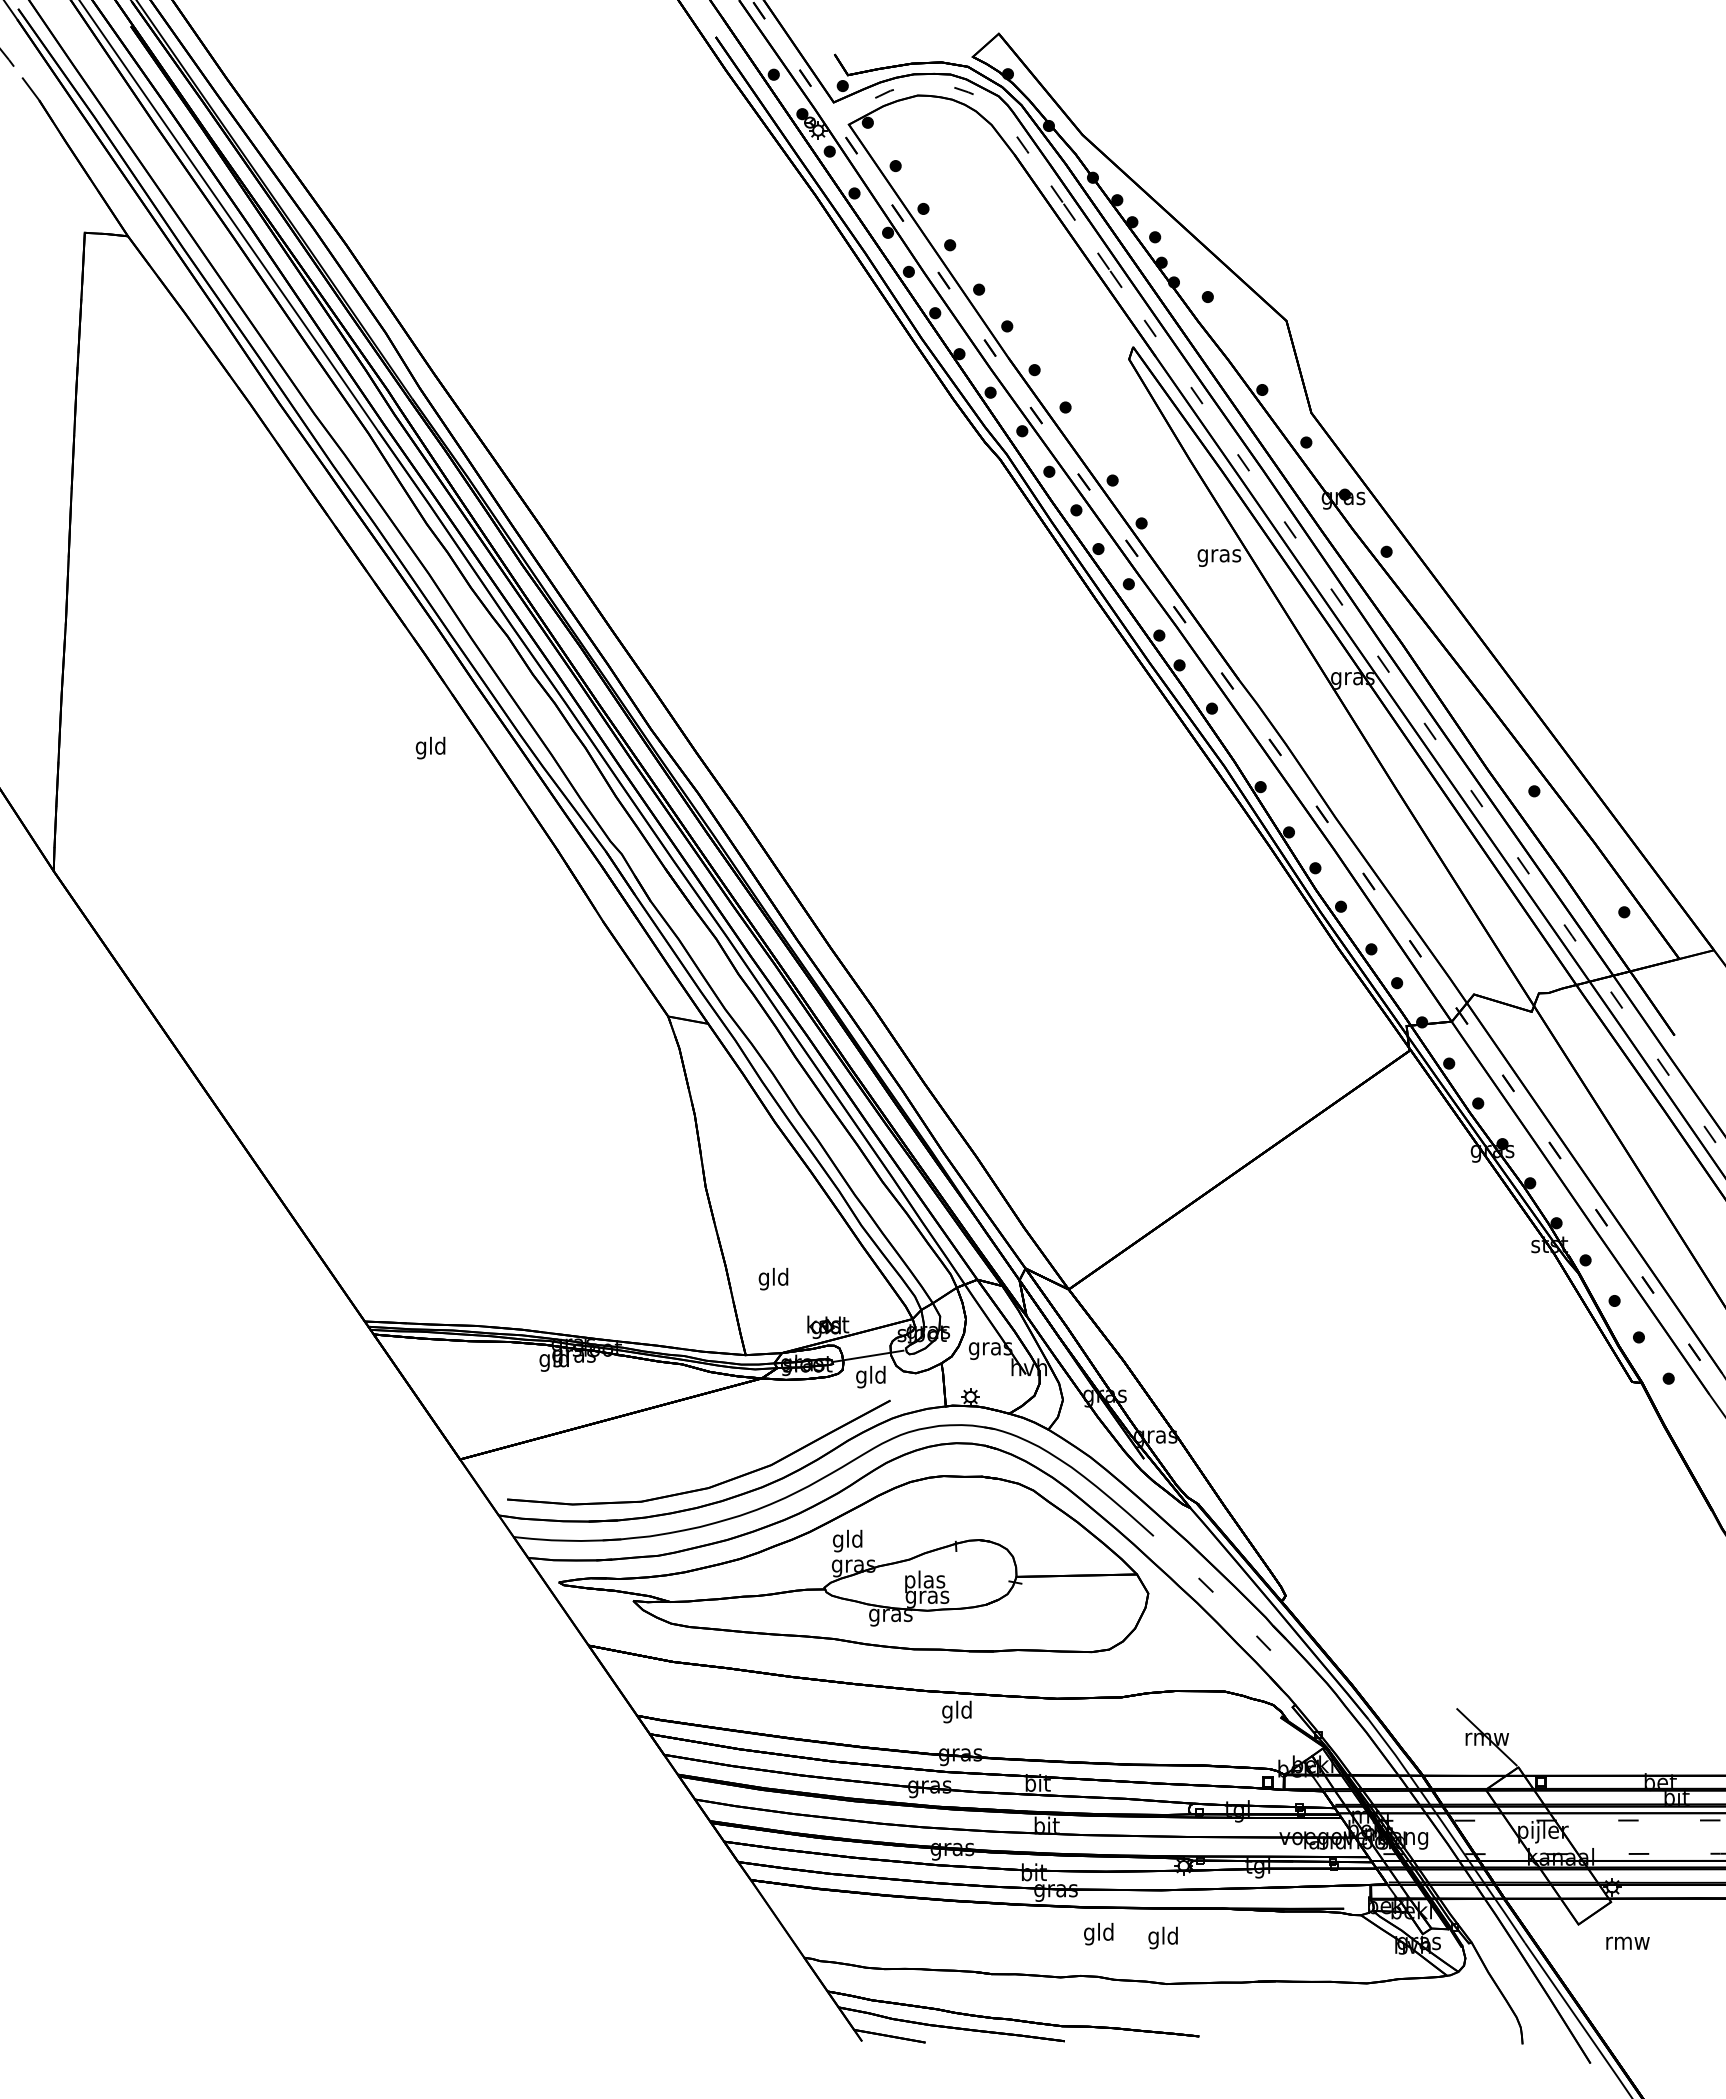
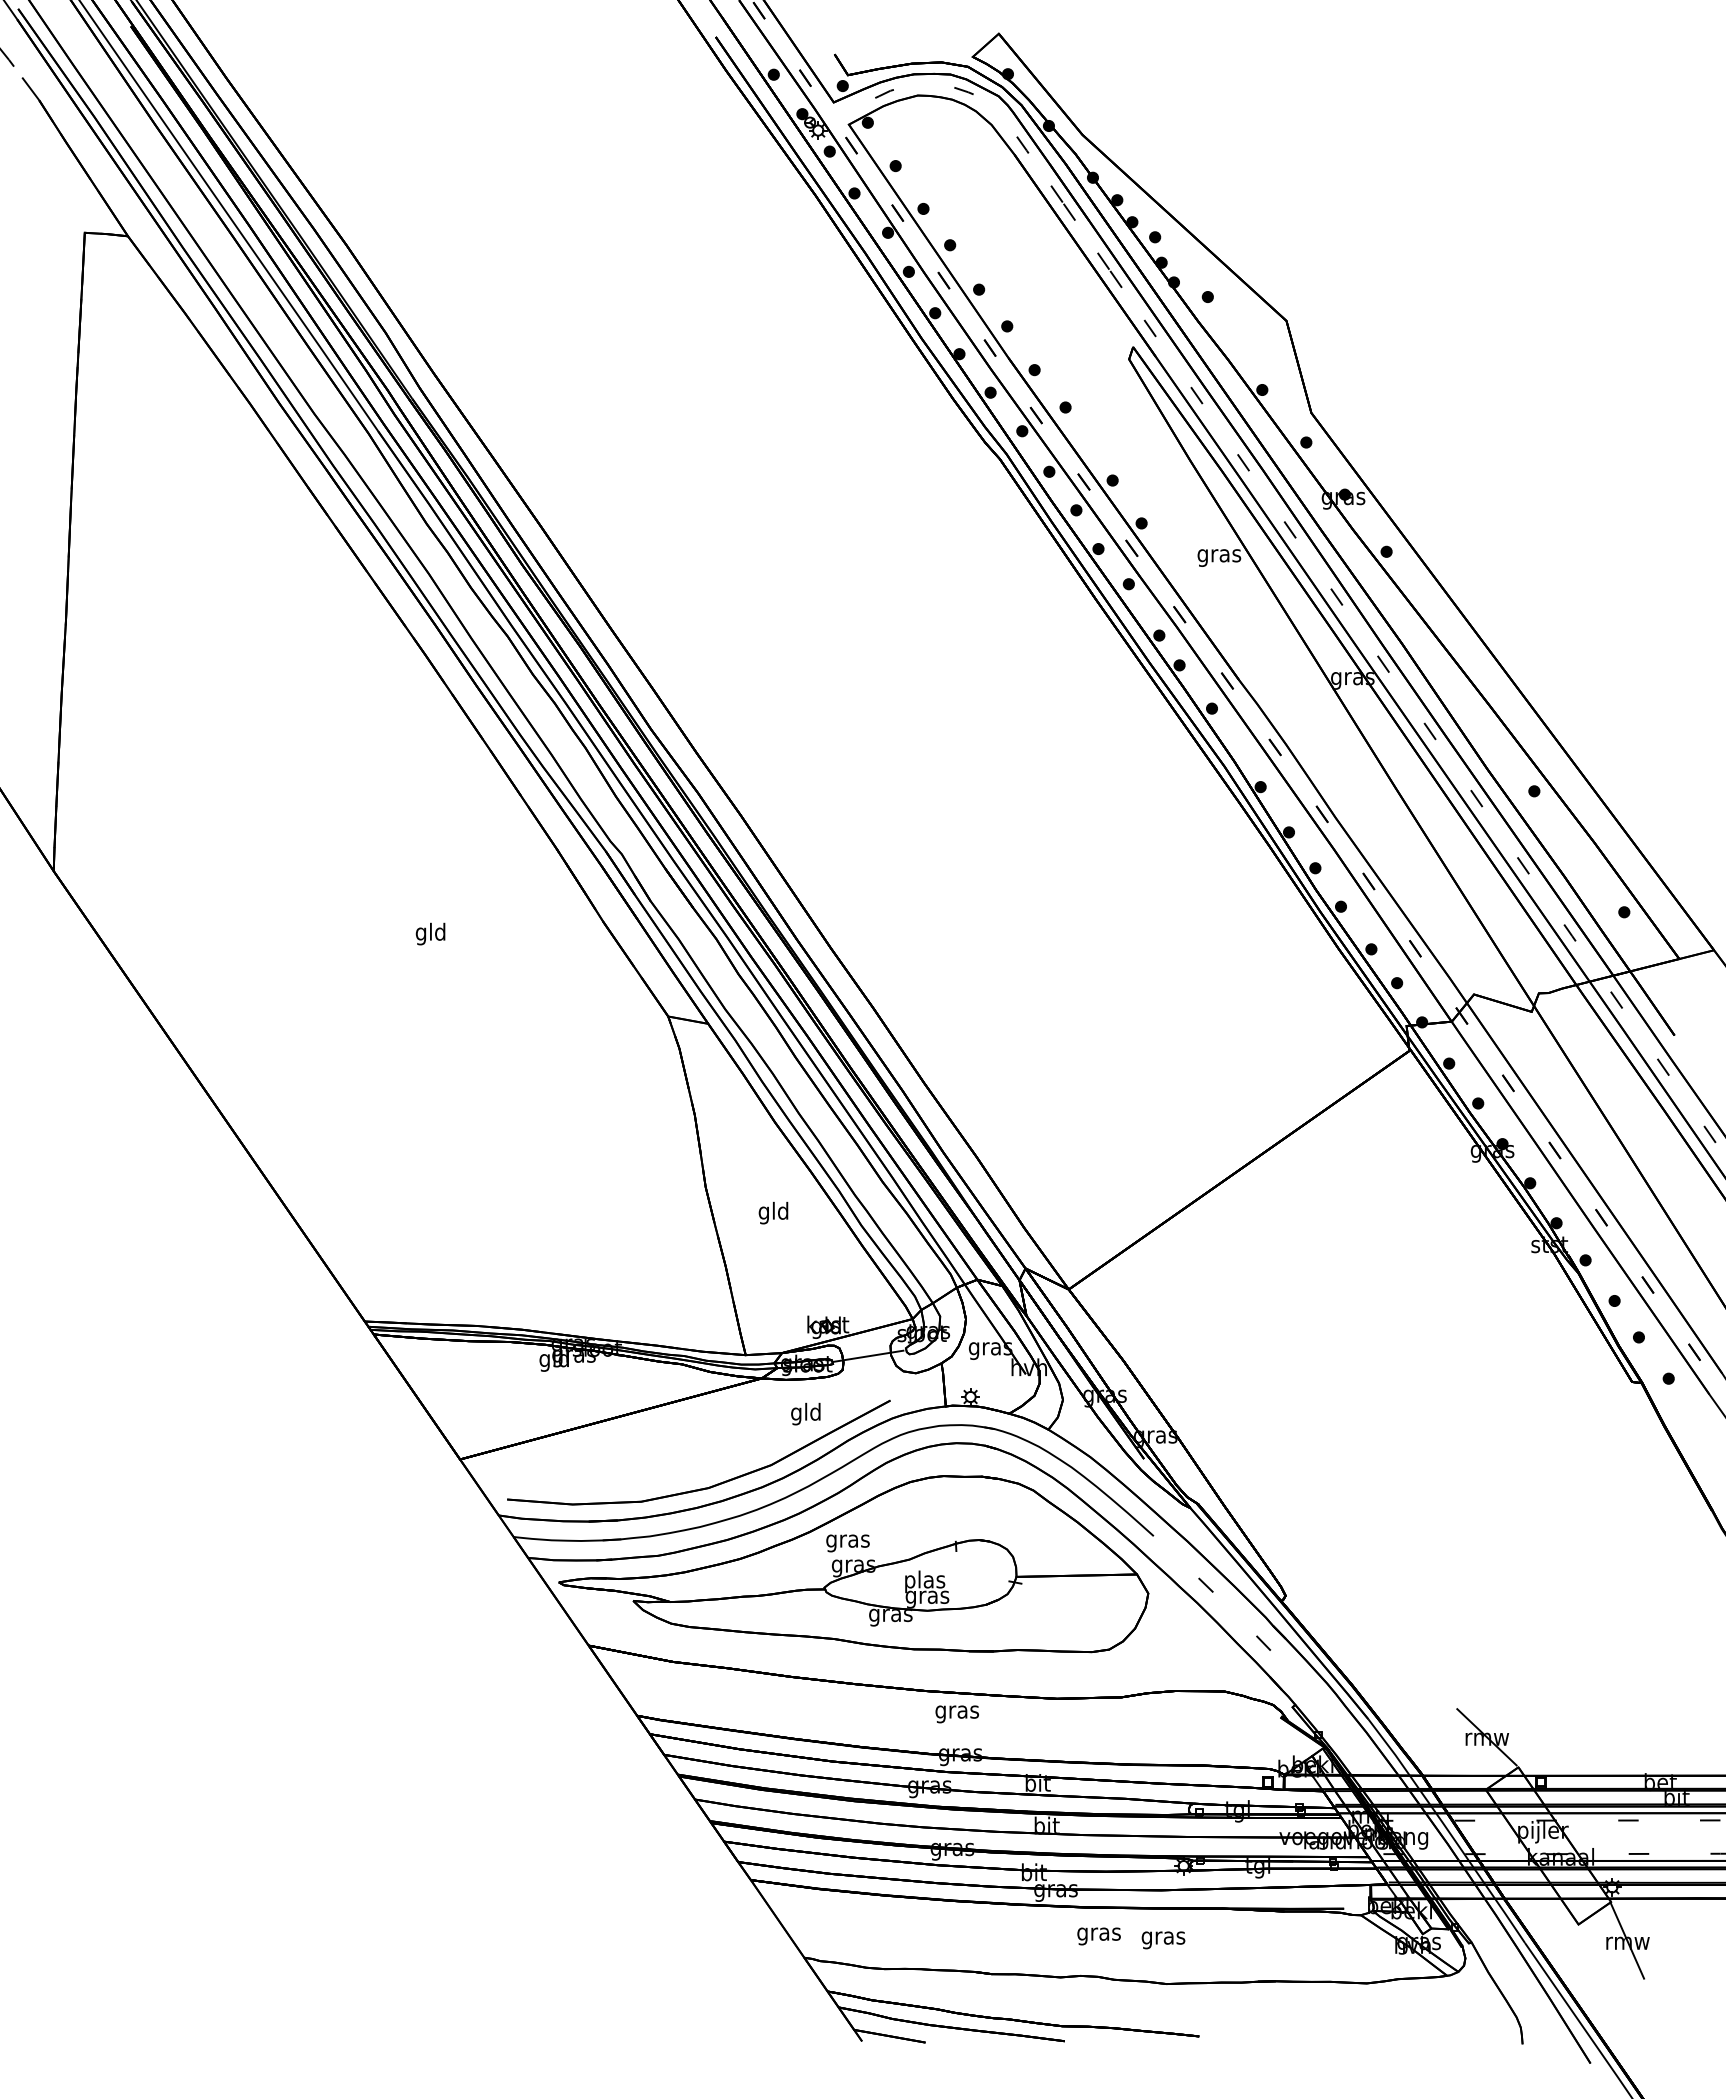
text at (430, 747) position: (430, 747) -> (430, 933)
text at (773, 1278) position: (773, 1278) -> (773, 1212)
text at (870, 1376) position: (870, 1376) -> (805, 1413)
text at (847, 1540): gld -> gras
text at (956, 1711): gld -> gras
text at (1098, 1933): gld -> gras
text at (1163, 1937): gld -> gras
line at (1627, 1940): none -> present
